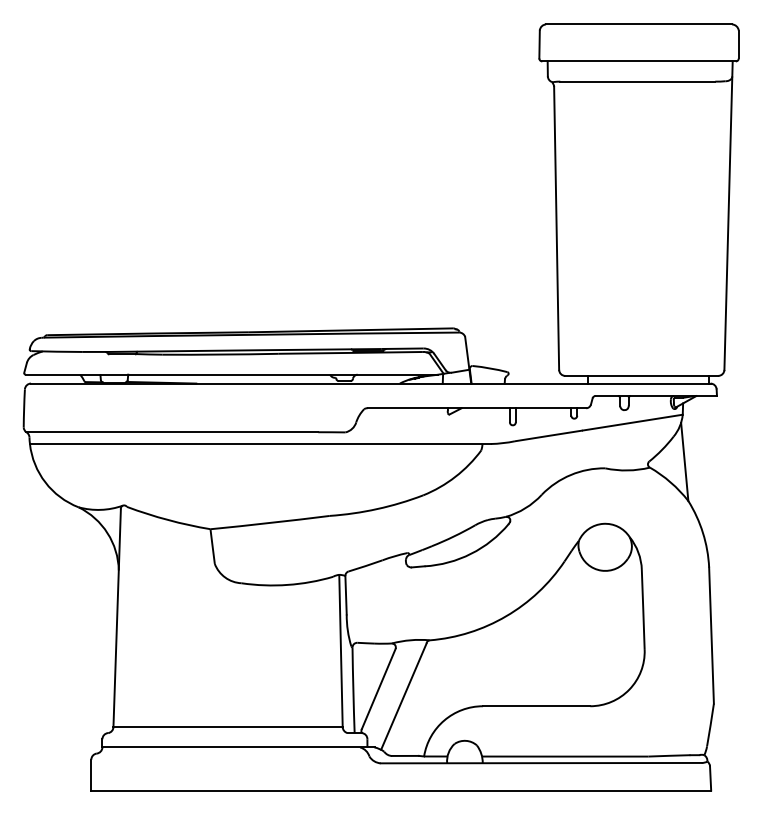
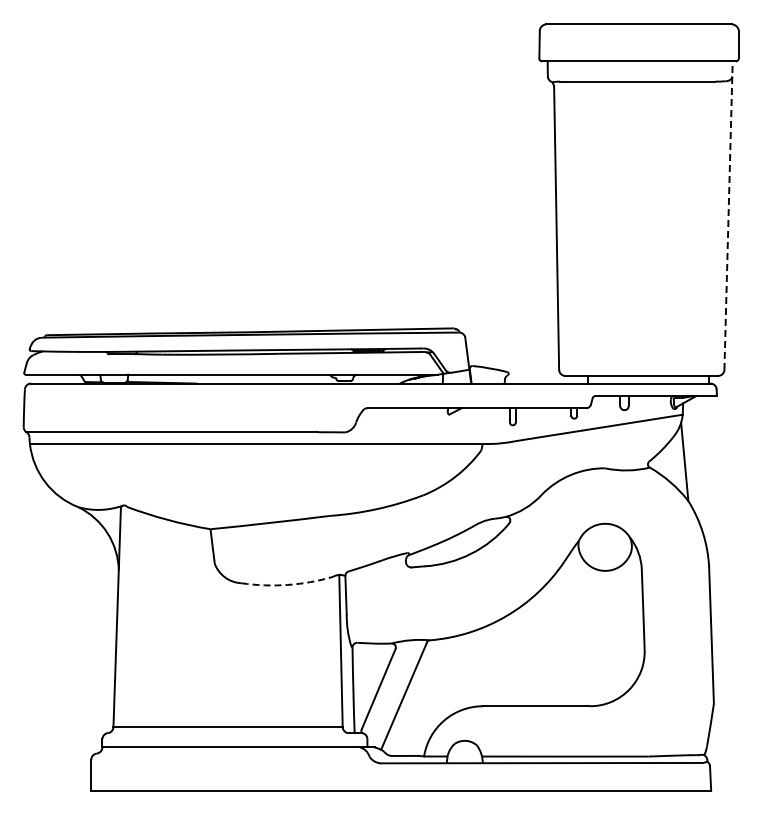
line at (728, 215): solid -> dashed
arc at (287, 584): solid -> dashed
